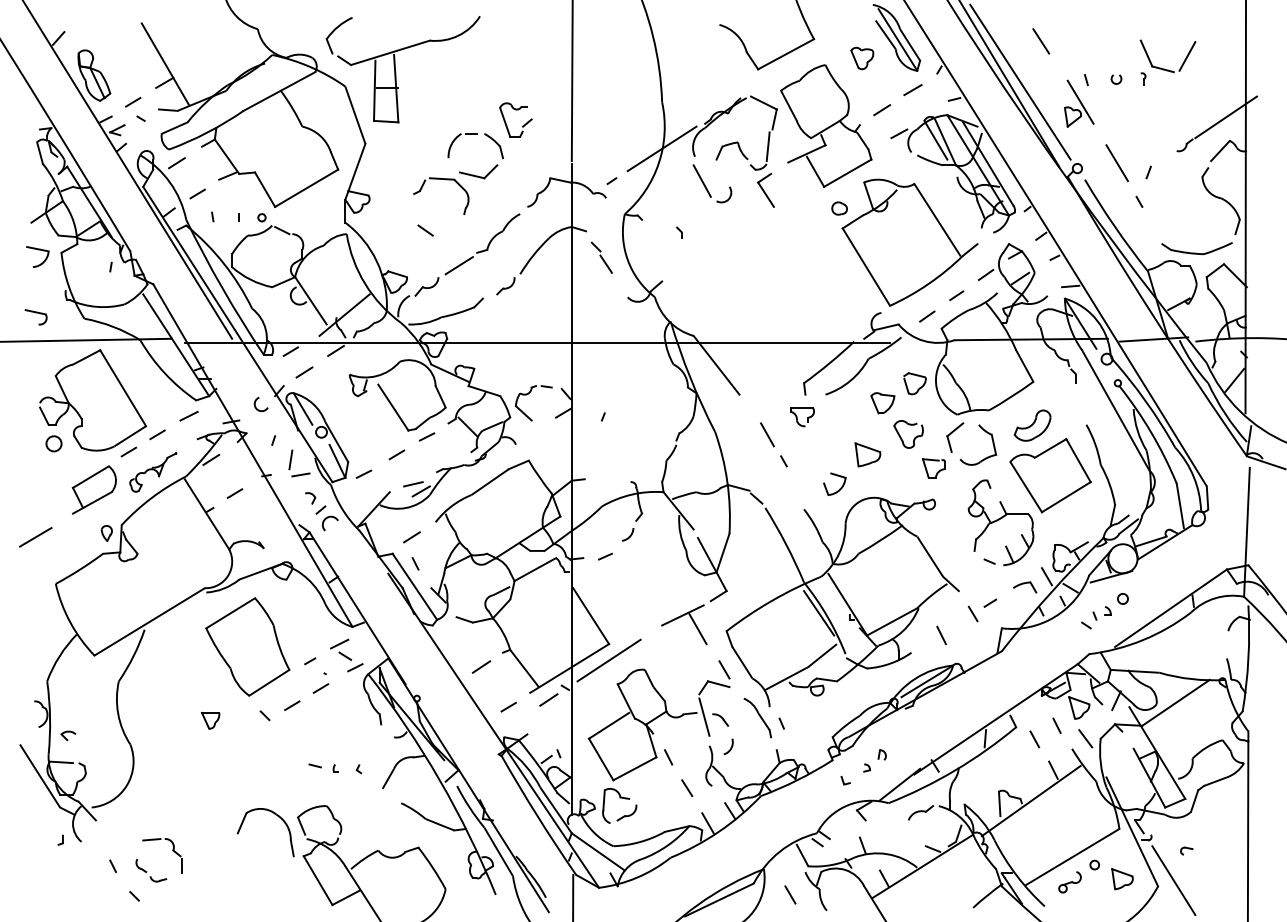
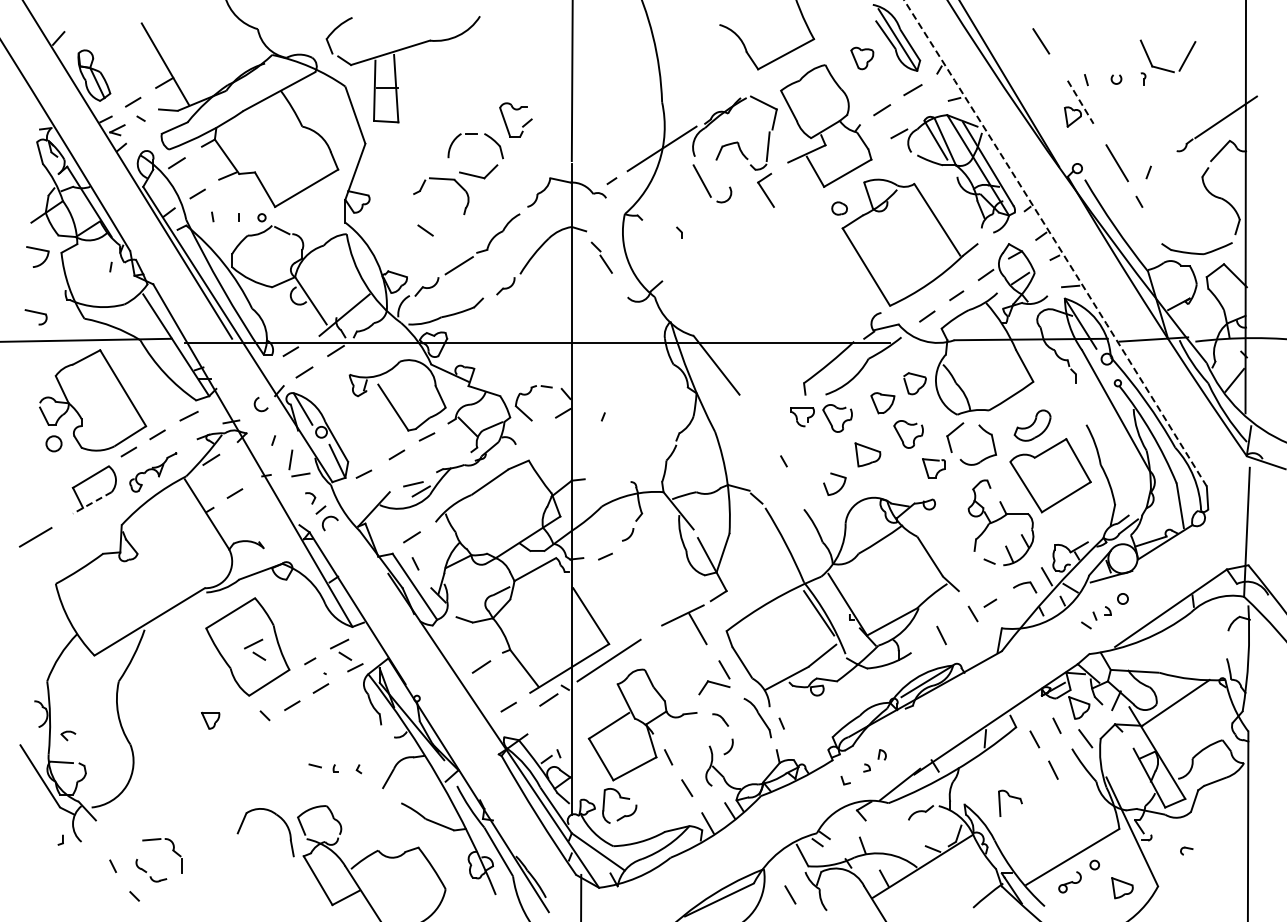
line at (1020, 81): present -> none
line at (1080, 102): solid -> dashed
arc at (1055, 242): solid -> dashed
part at (843, 421): none -> present
line at (767, 434): present -> none
line at (91, 503): solid -> dashed
part at (106, 533): present -> none
part at (255, 649): none -> present
line at (704, 716): present -> none
line at (1030, 800): present -> none
part at (1122, 879) position: (1122, 879) -> (1122, 888)
line at (1173, 880): present -> none
line at (573, 896) position: (573, 896) -> (581, 896)
